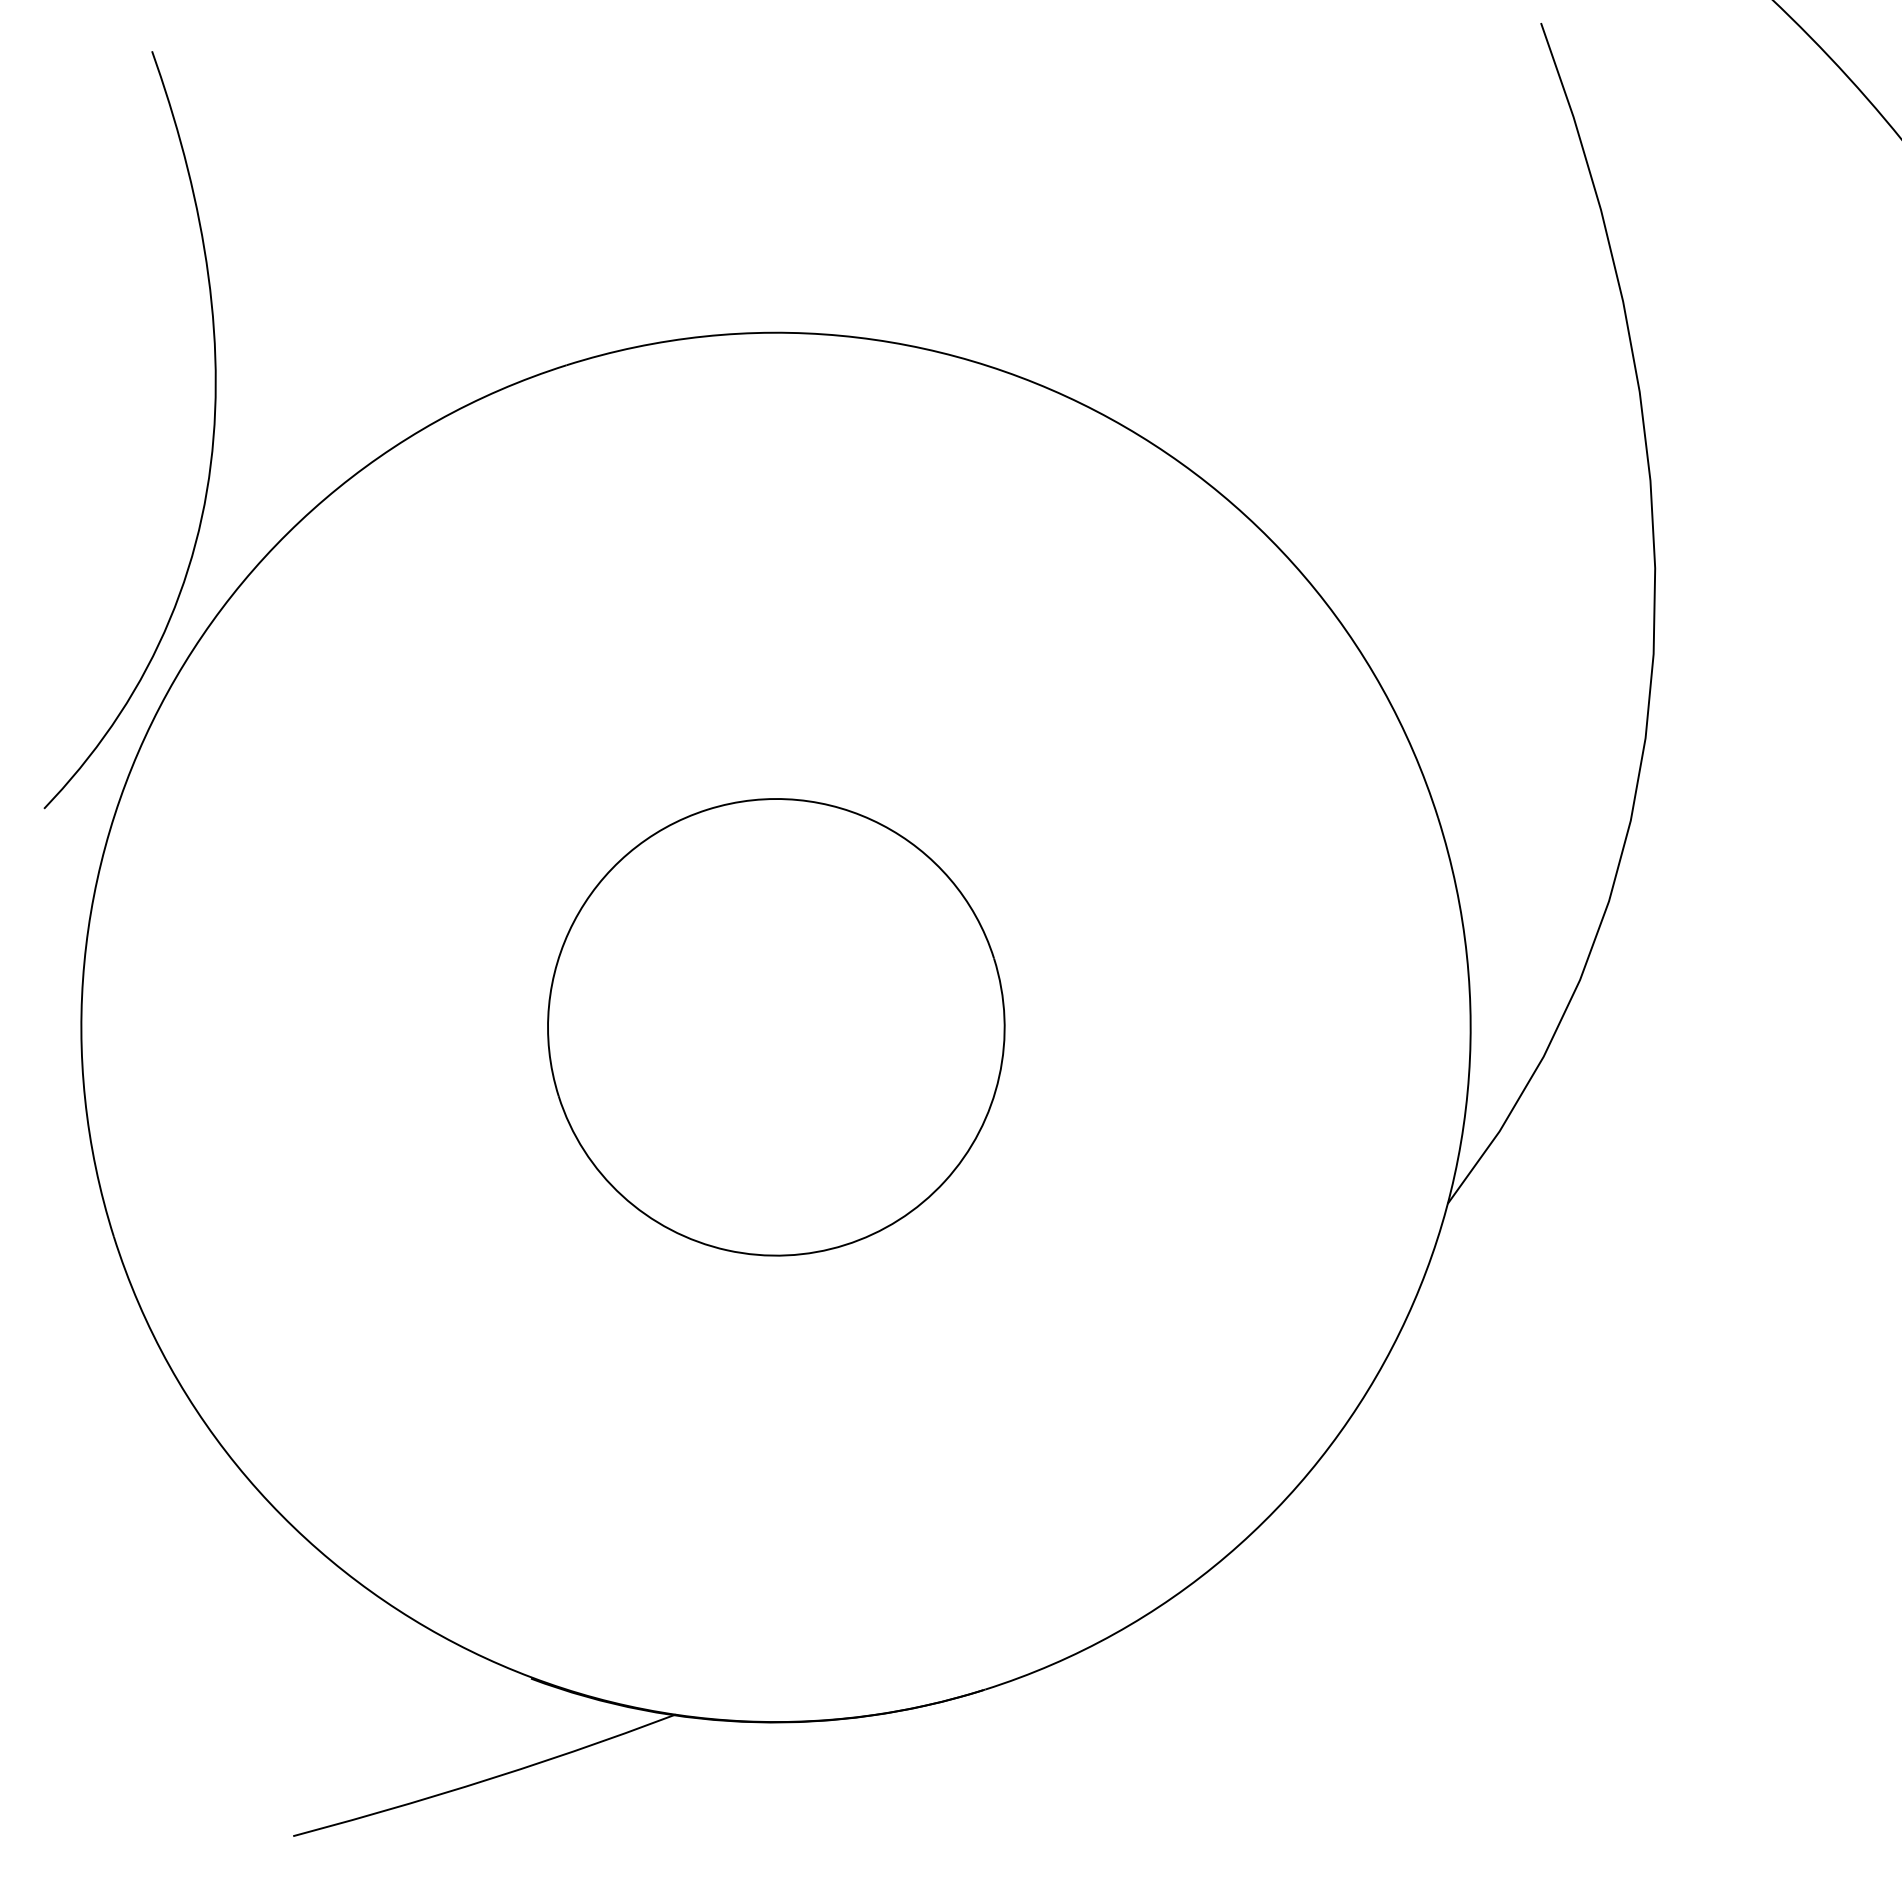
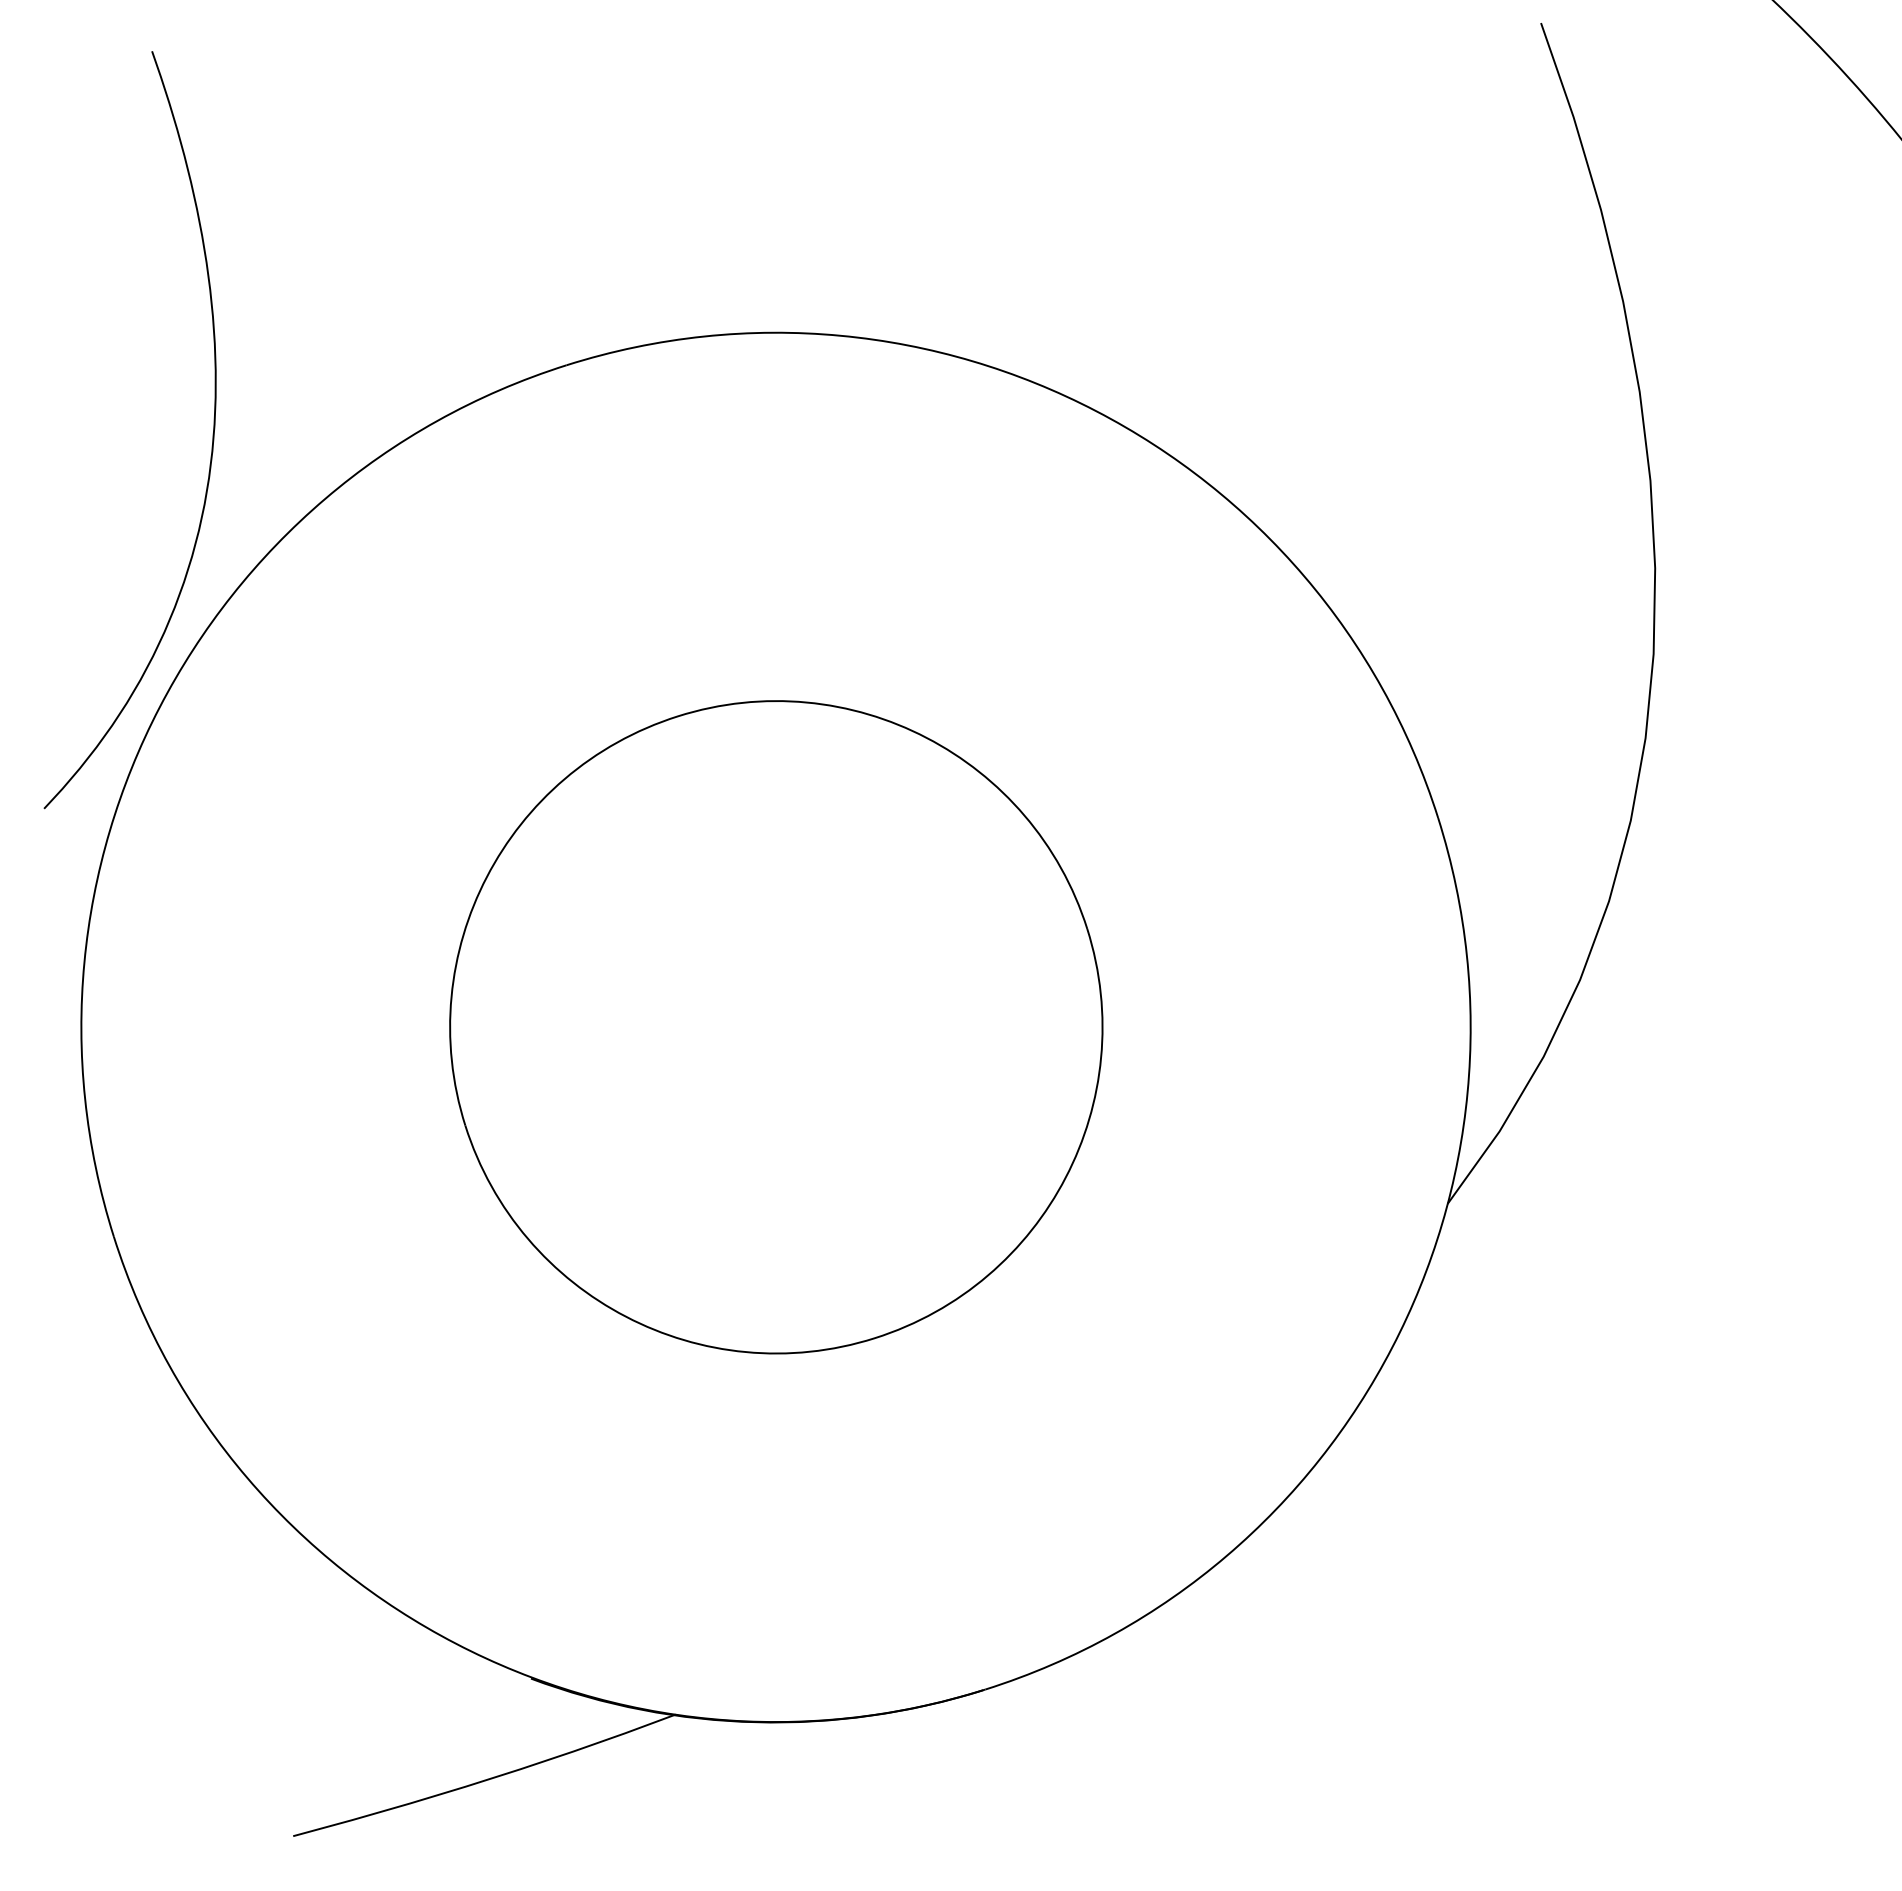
part at (776, 1027) size: 459x459 px -> 655x655 px
